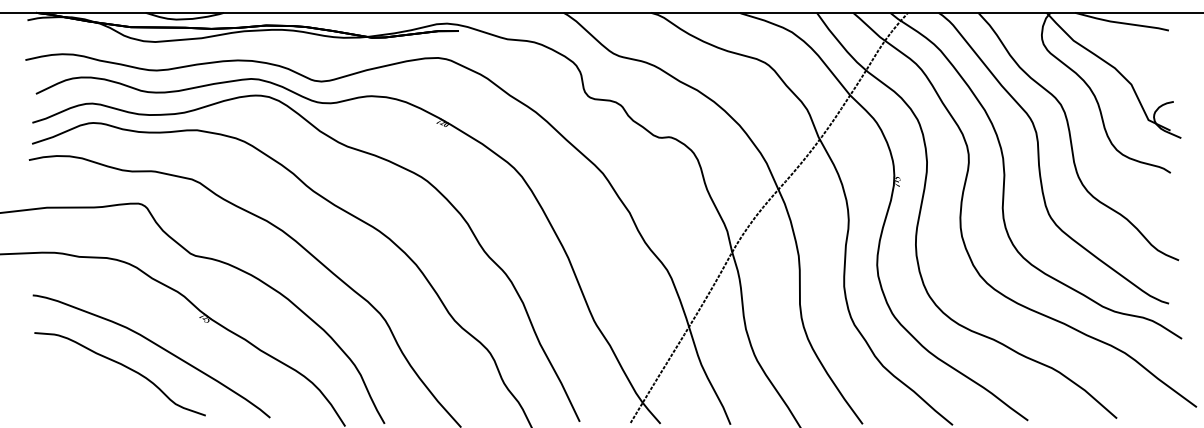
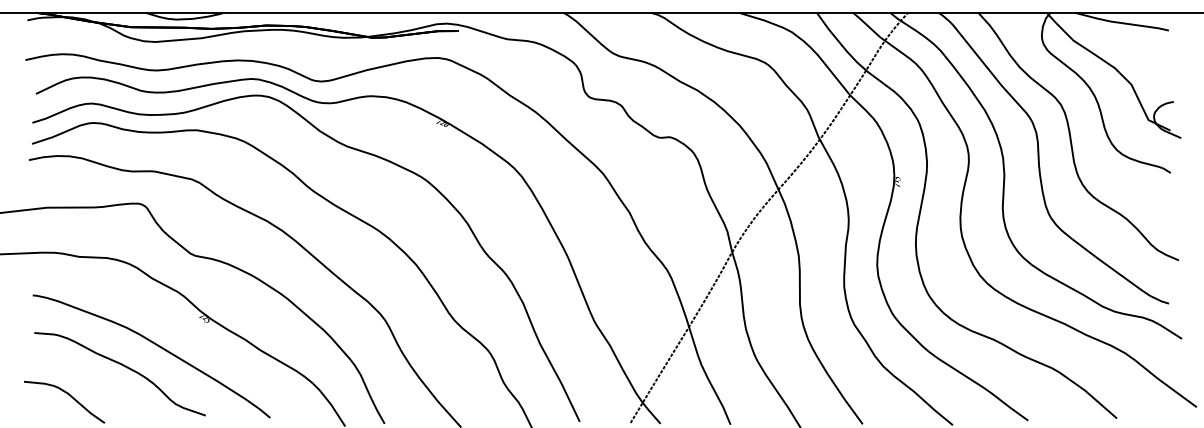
curve at (69, 396): none -> present
